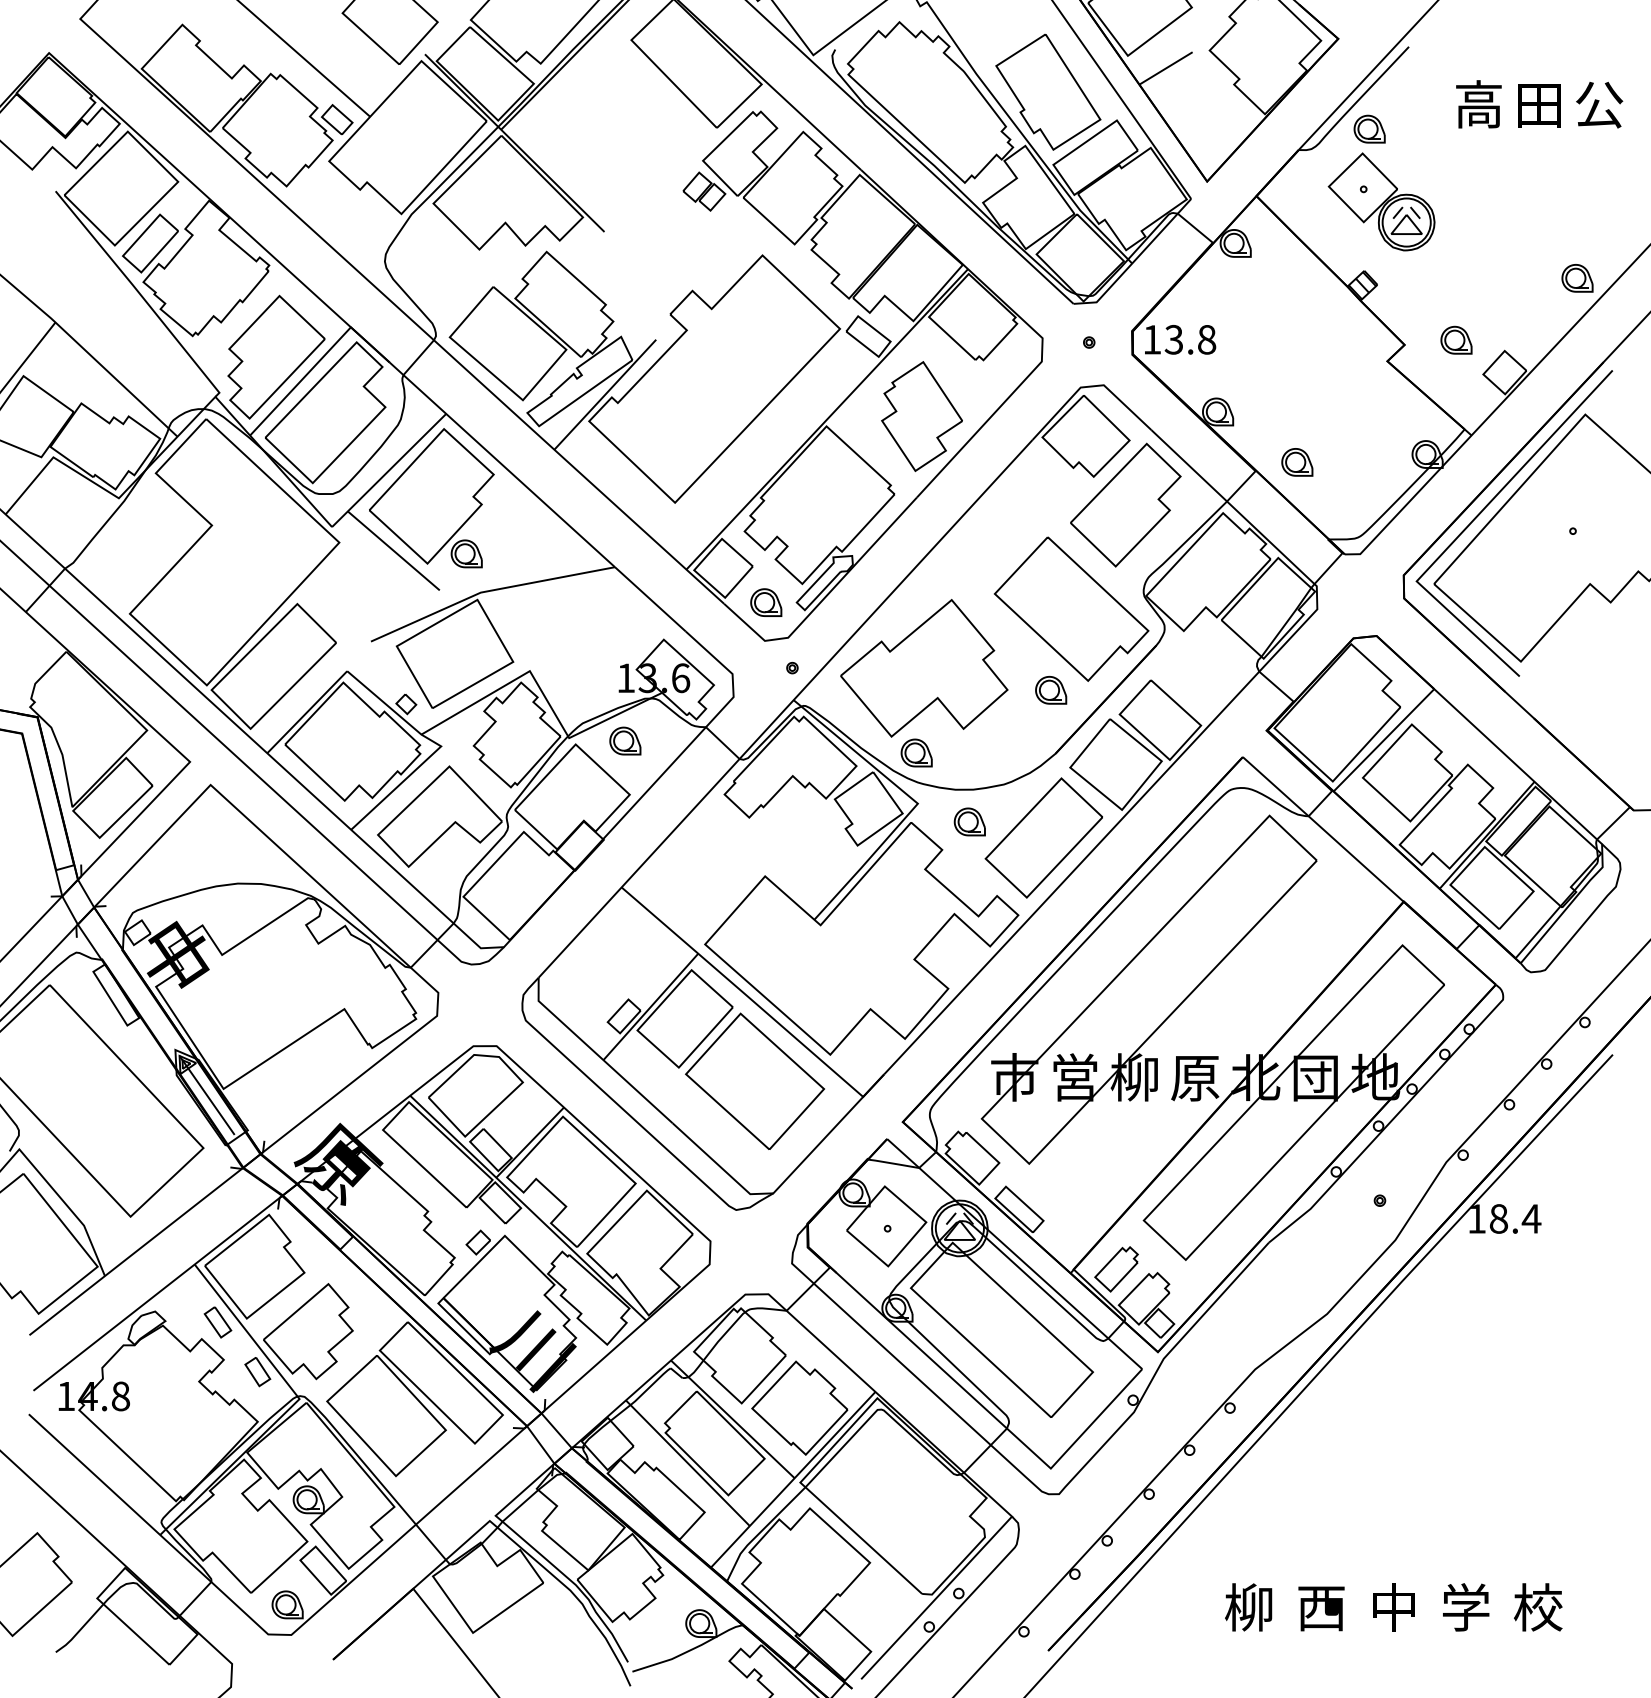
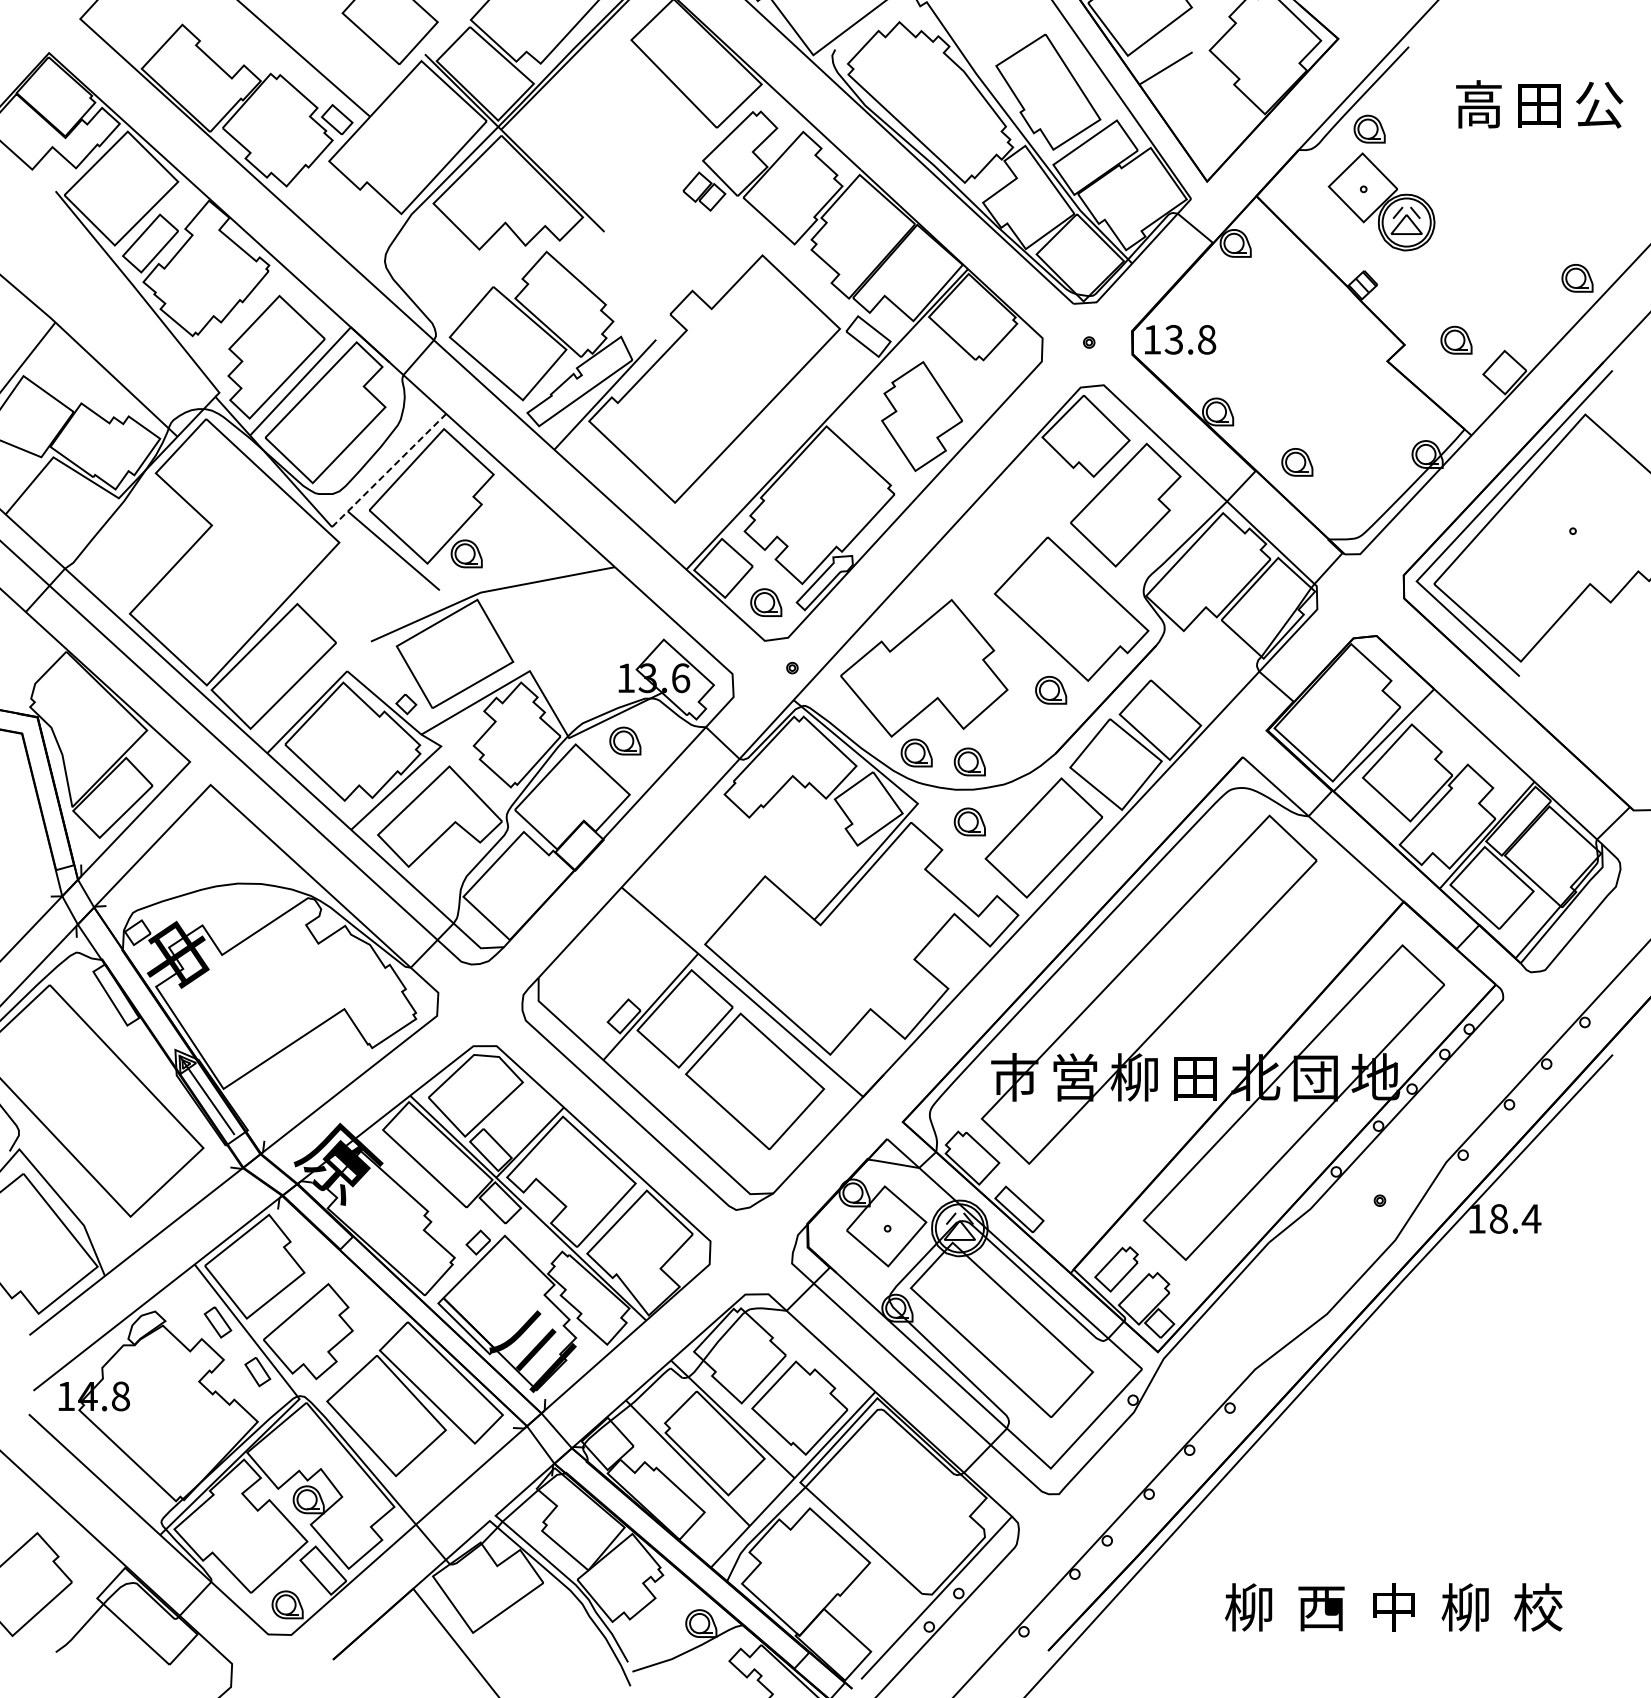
line at (388, 470): solid -> dashed
part at (969, 761): none -> present
text at (1195, 1078): 原 -> 田
text at (1465, 1607): 学 -> 柳
